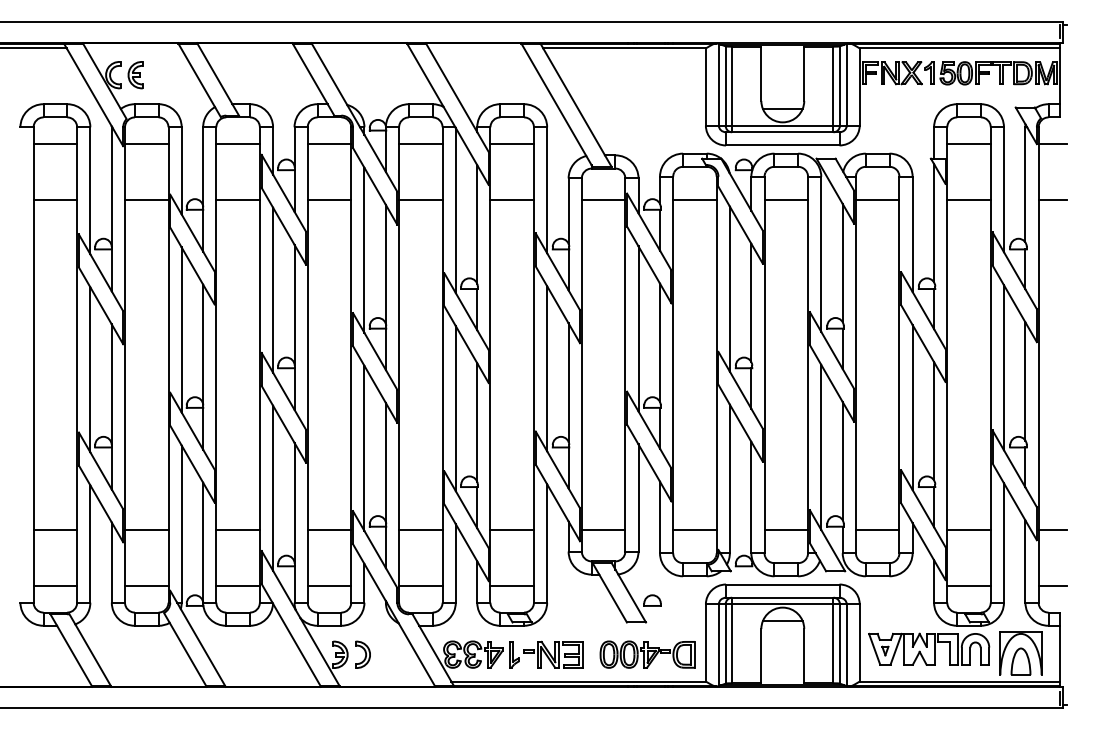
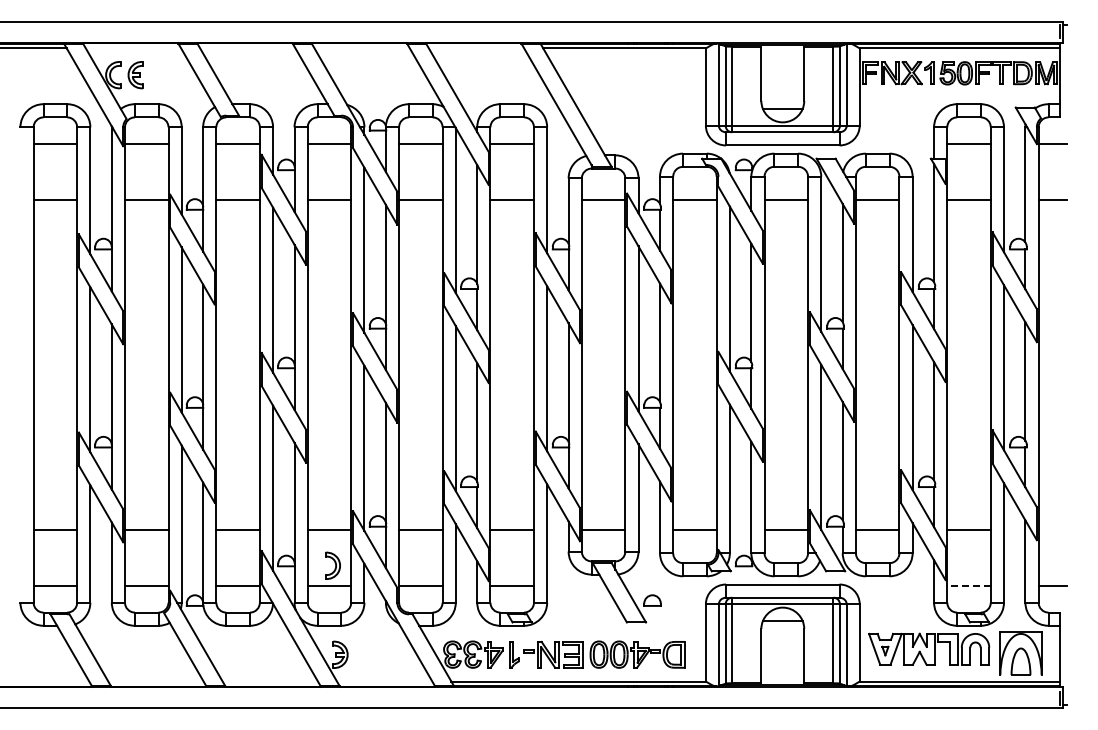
line at (1052, 530): present -> none
line at (969, 586): solid -> dashed
part at (362, 654) position: (362, 654) -> (332, 565)
part at (647, 654) position: (647, 654) -> (637, 654)
